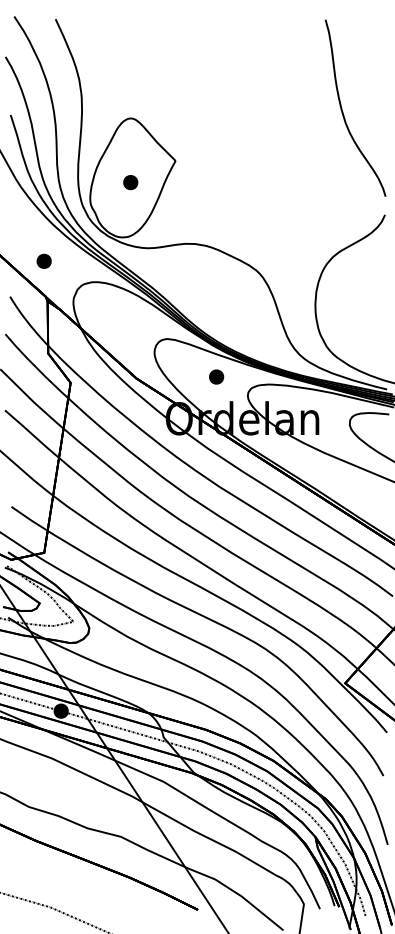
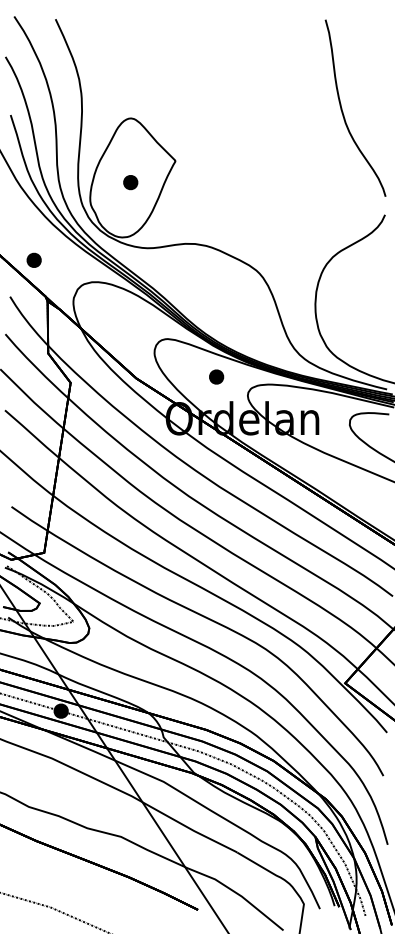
part at (43, 260) position: (43, 260) -> (33, 259)
